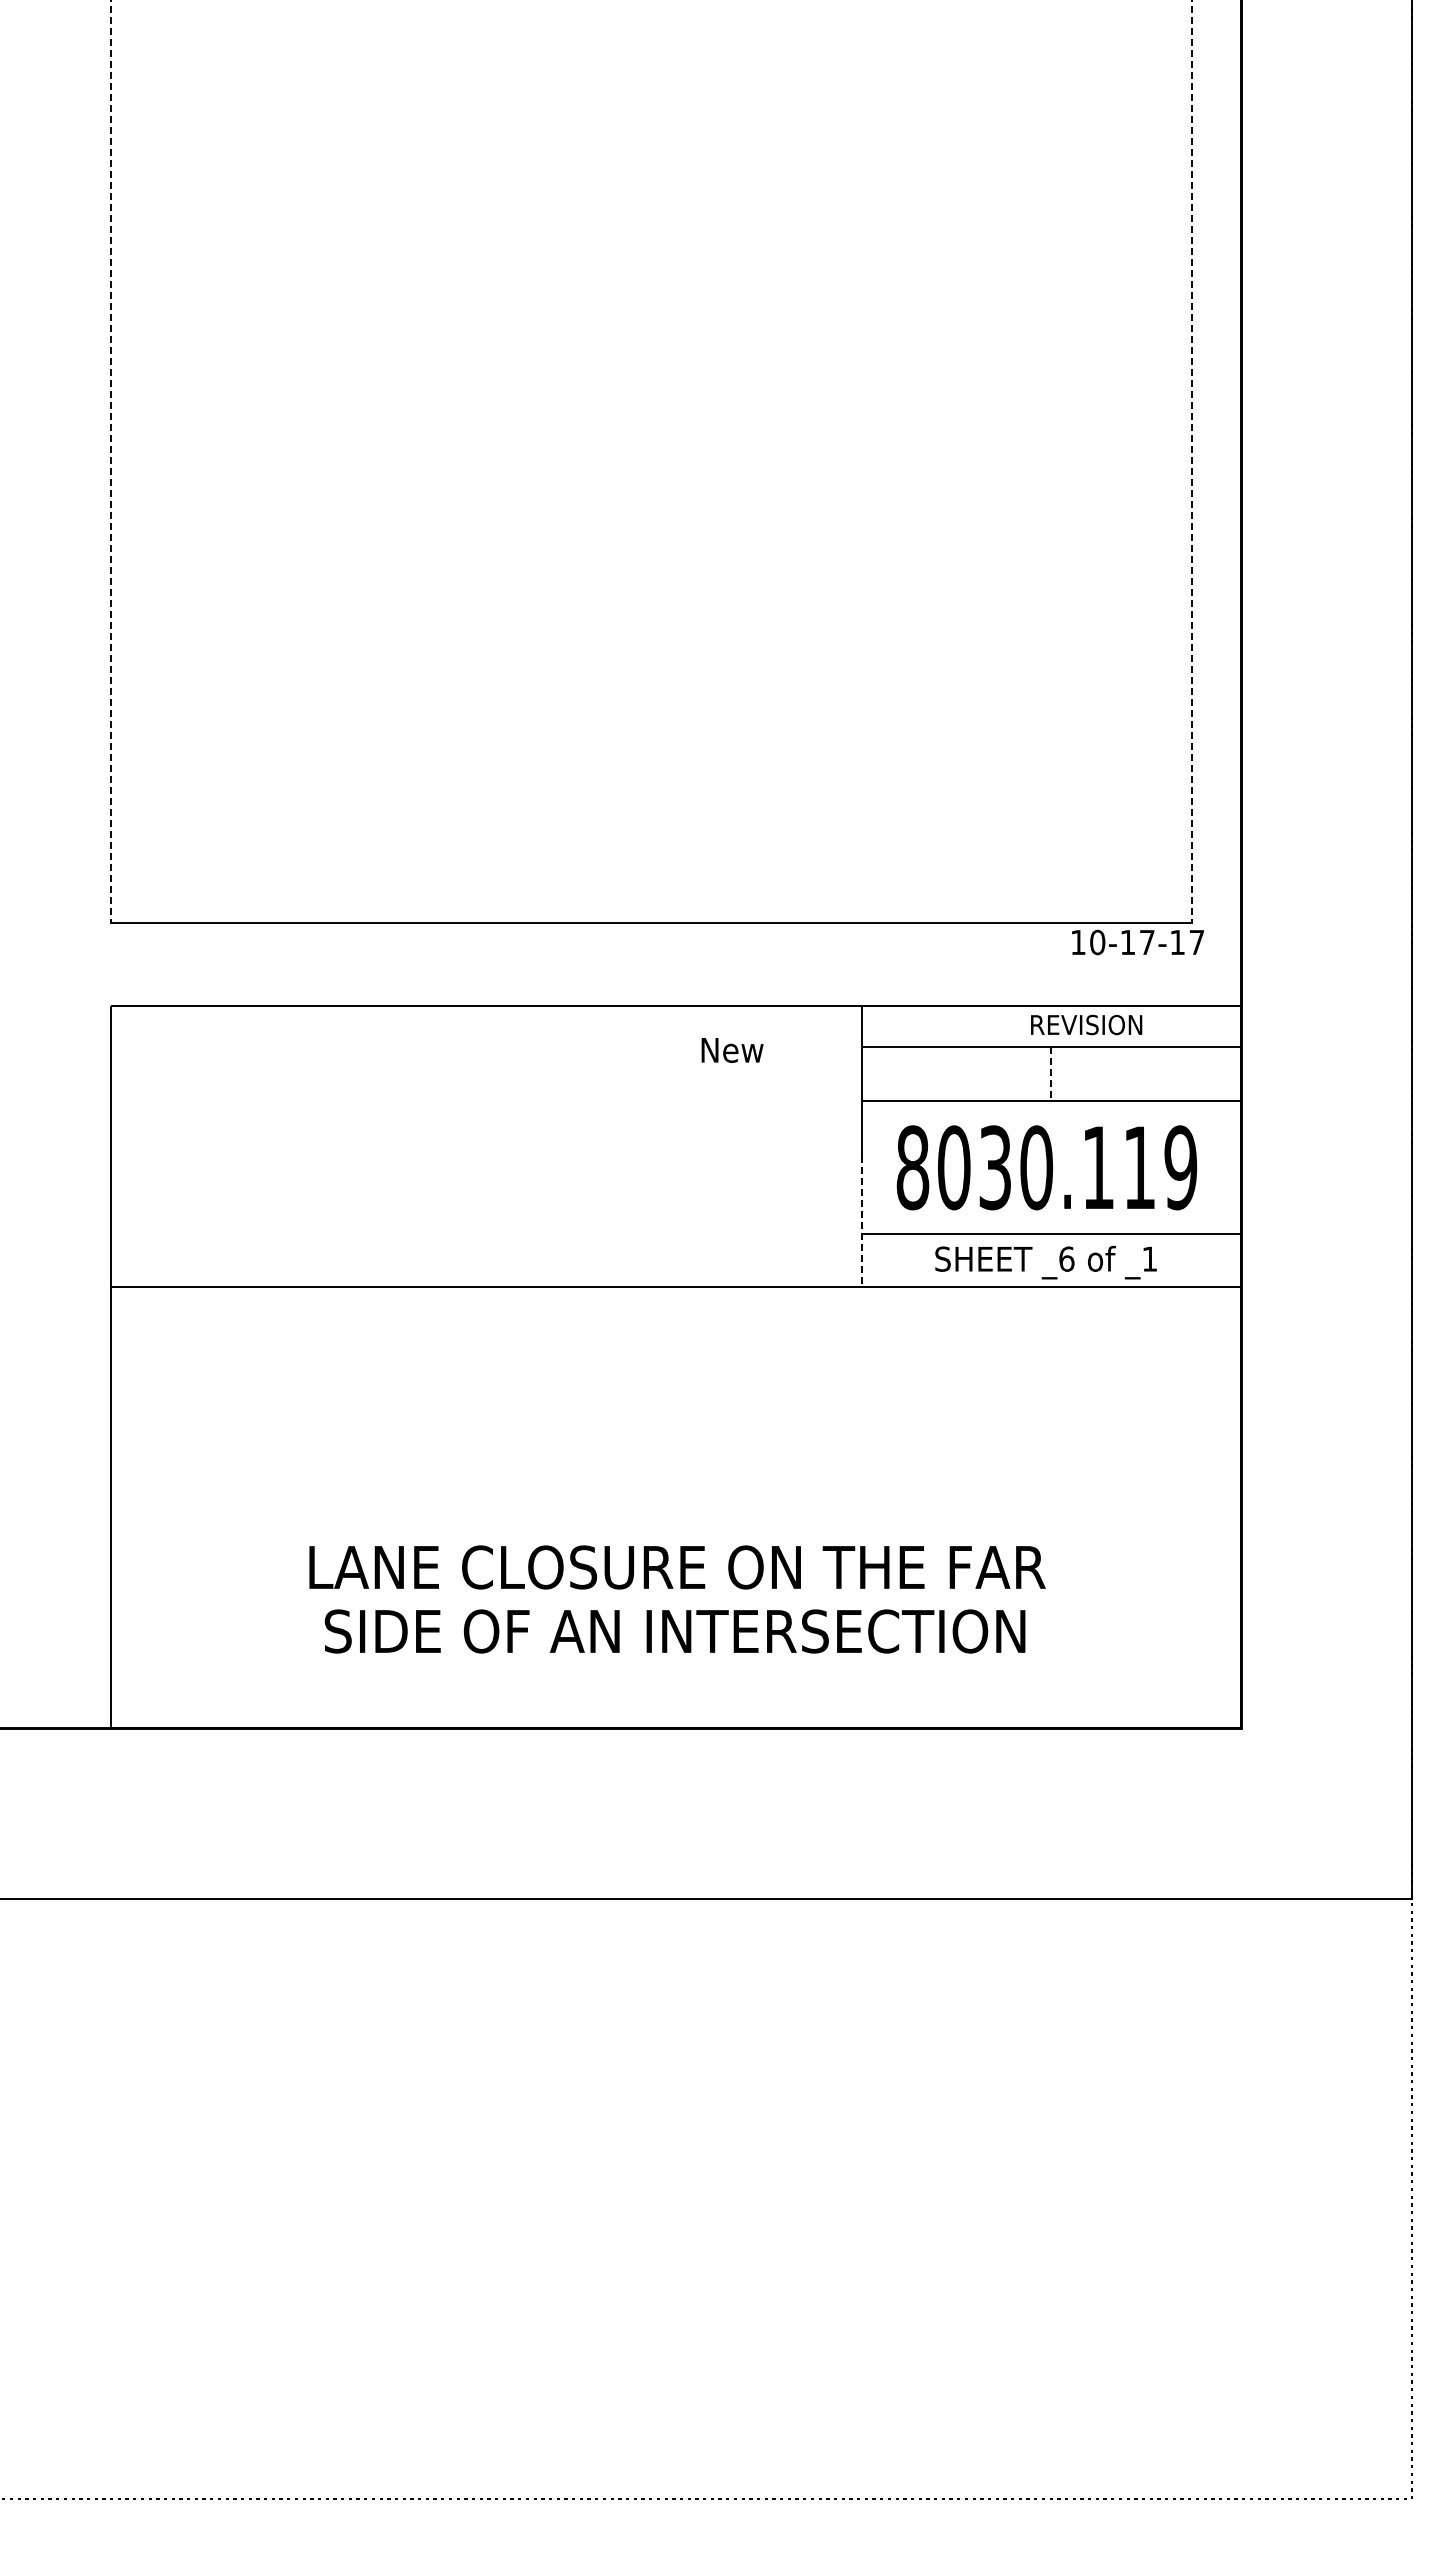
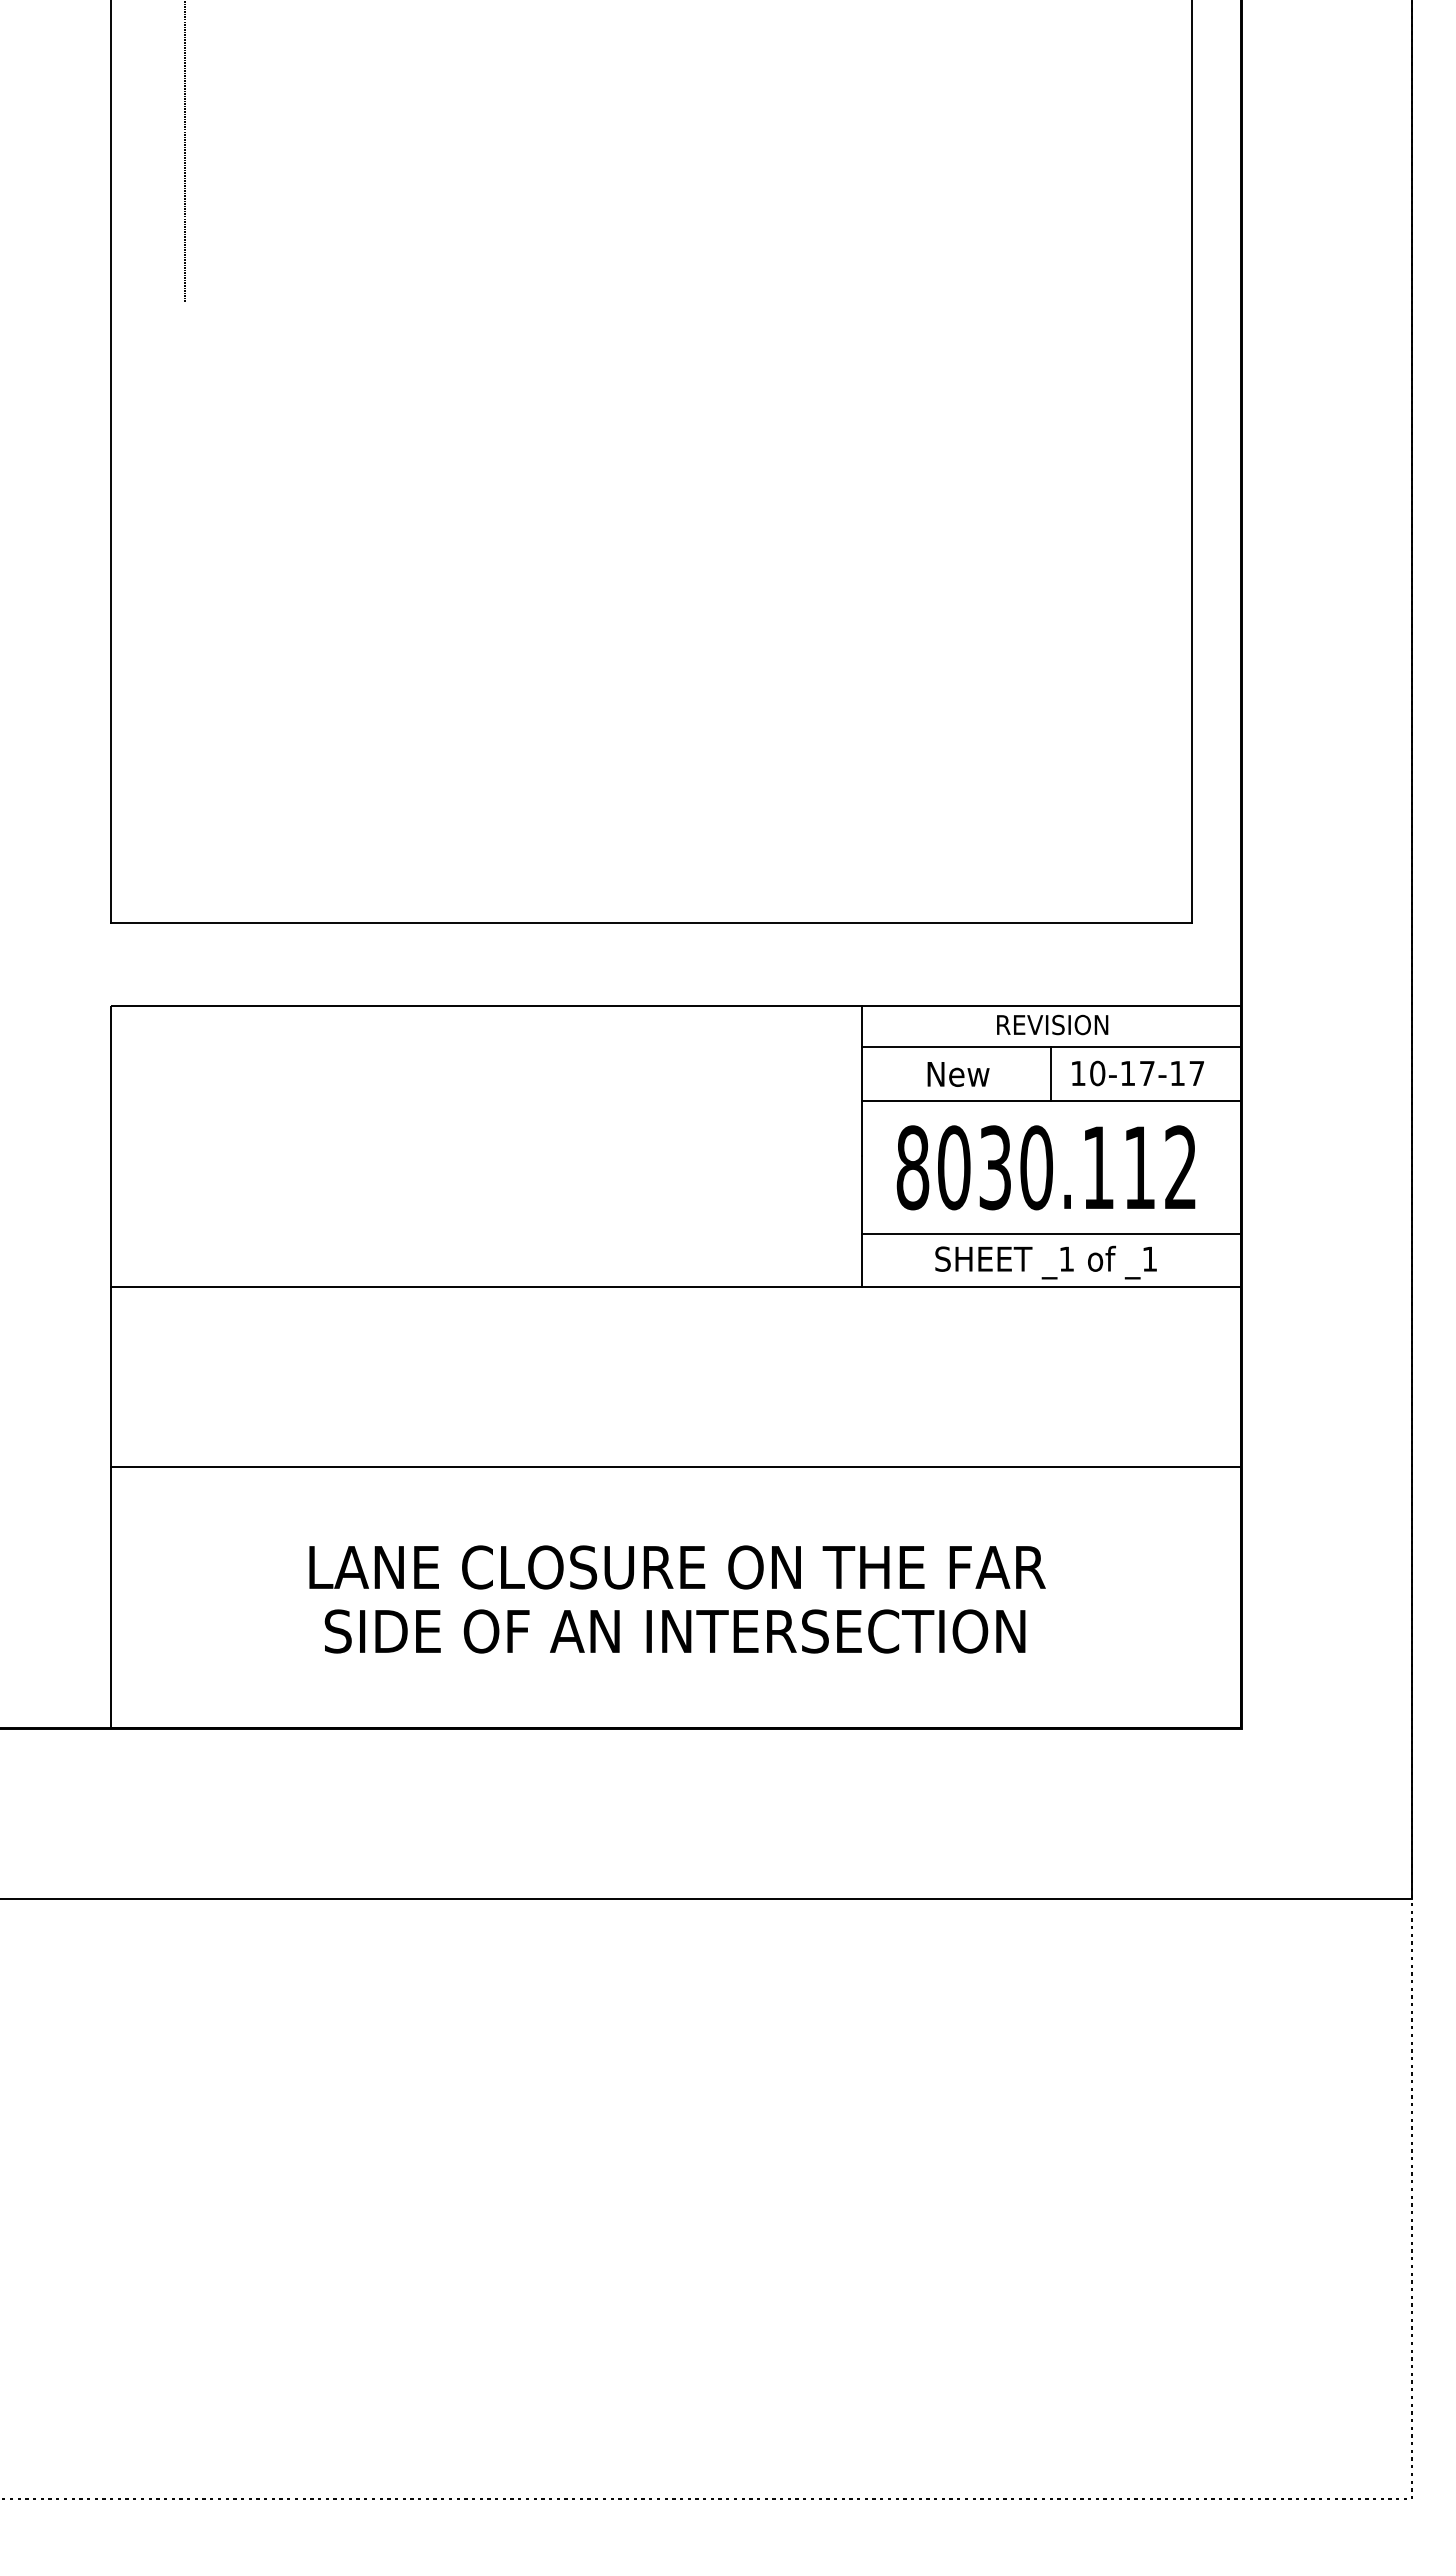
line at (185, 152): none -> present
line at (111, 462): dashed -> solid
line at (1191, 462): dashed -> solid
text at (1137, 942) position: (1137, 942) -> (1137, 1073)
text at (1086, 1024) position: (1086, 1024) -> (1052, 1024)
text at (732, 1050) position: (732, 1050) -> (958, 1074)
line at (1051, 1074): dashed -> solid
text at (1180, 1167): 8030.119 -> 8030.112
line at (861, 1221): dashed -> solid
text at (1066, 1258): _6 -> _1
line at (675, 1467): none -> present
